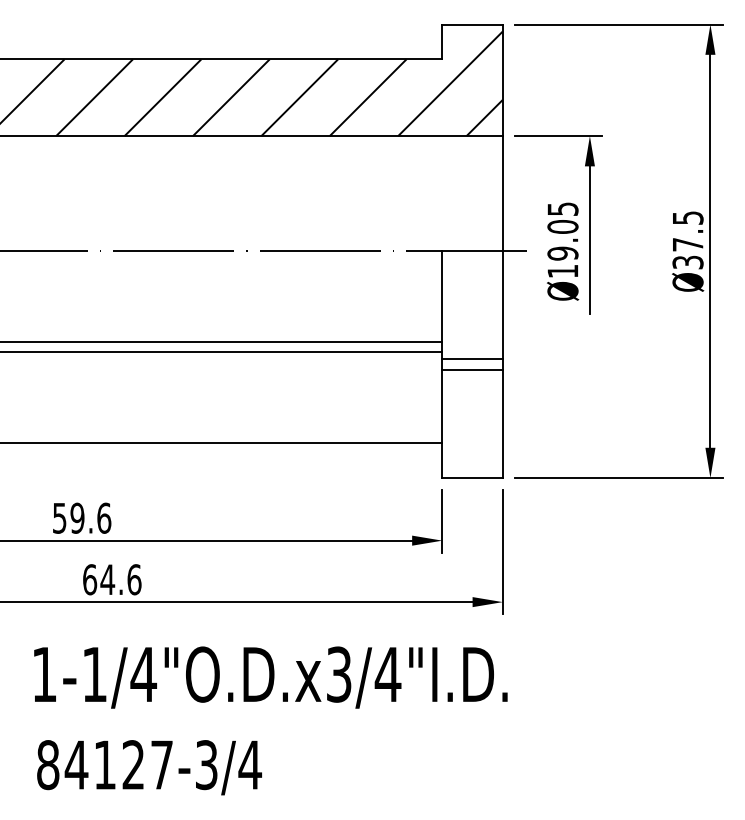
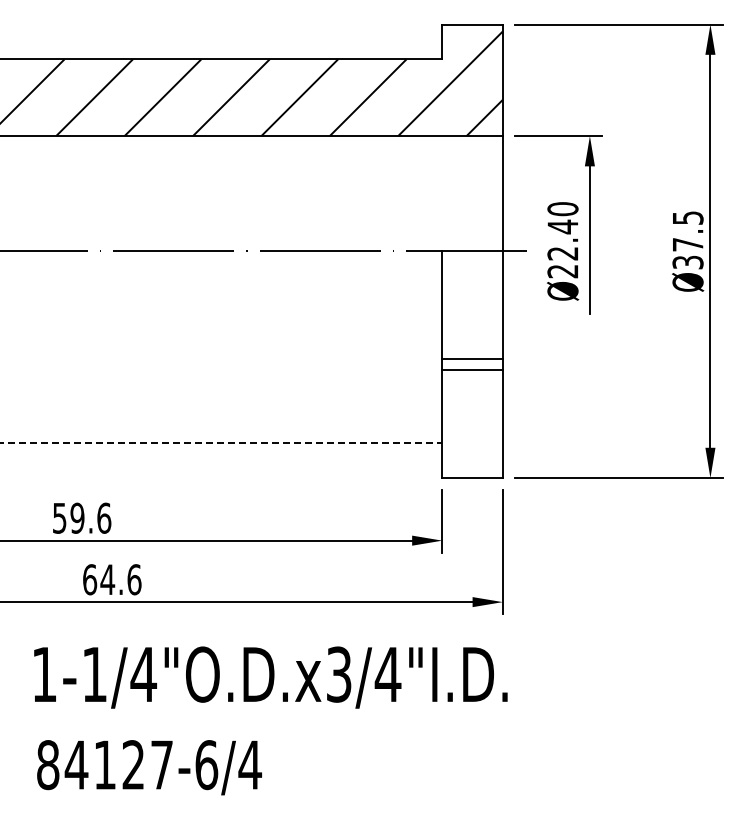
text at (562, 240): Ø19.05 -> Ø22.40
line at (222, 342): present -> none
line at (222, 352): present -> none
line at (221, 443): solid -> dashed
text at (206, 765): 84127-3/4 -> 84127-6/4
